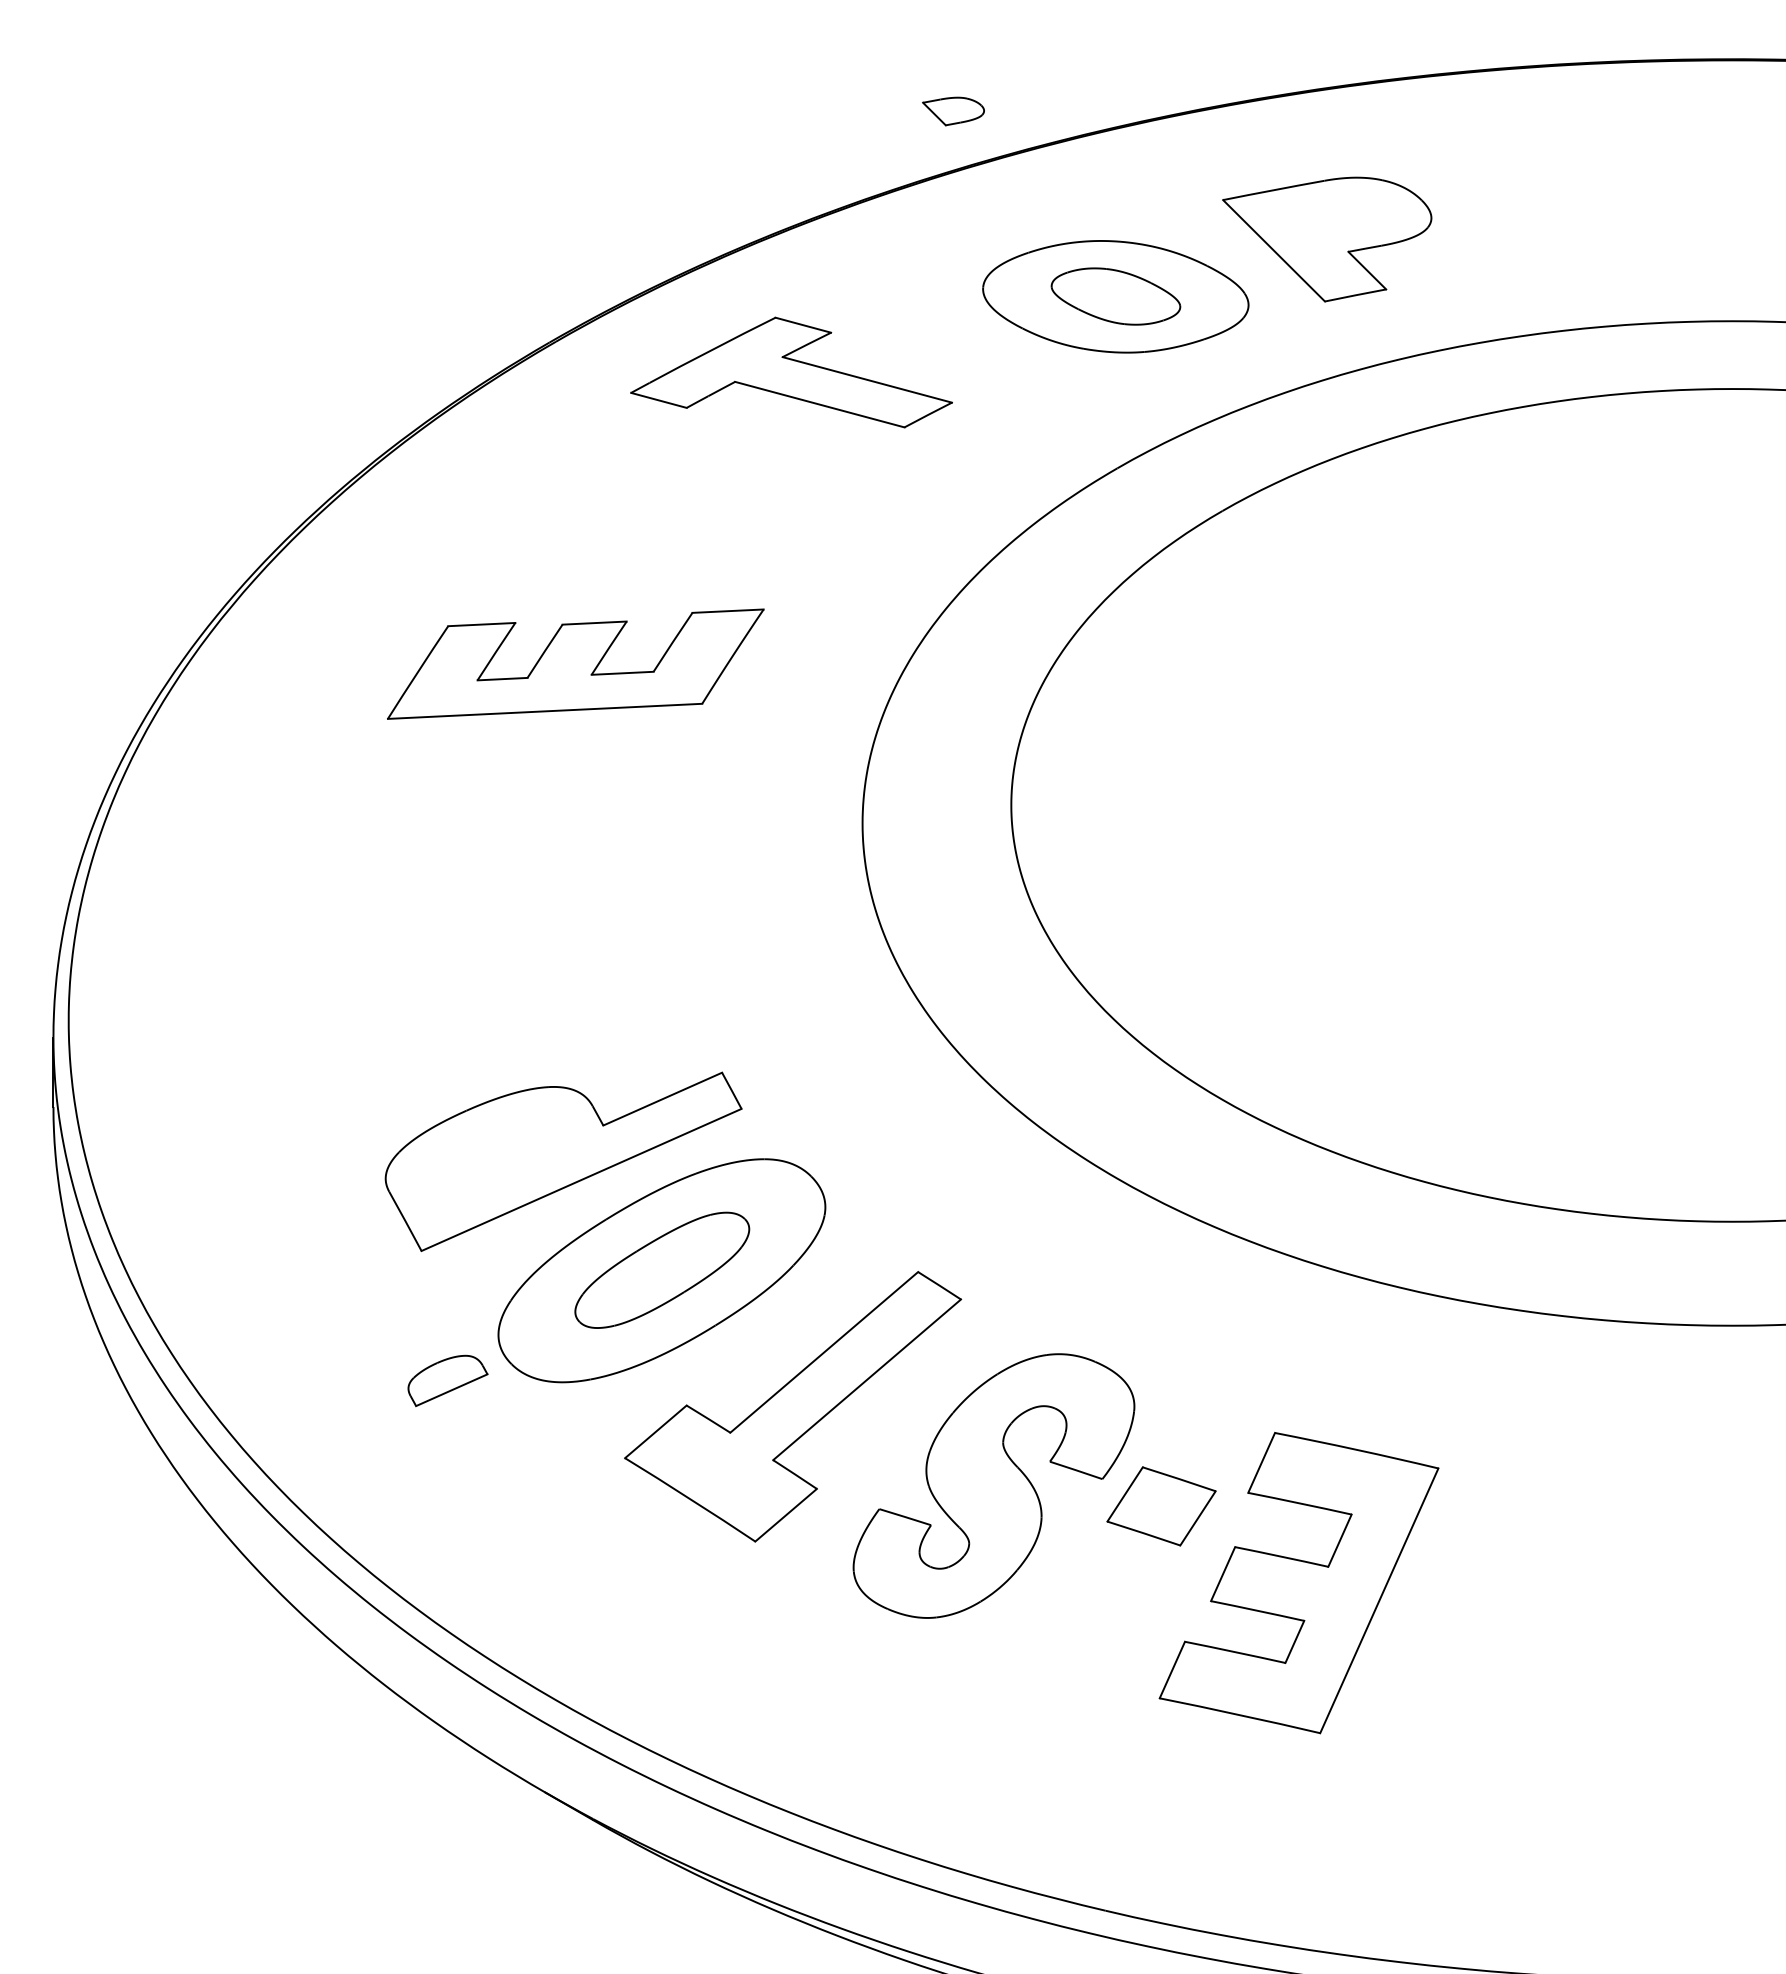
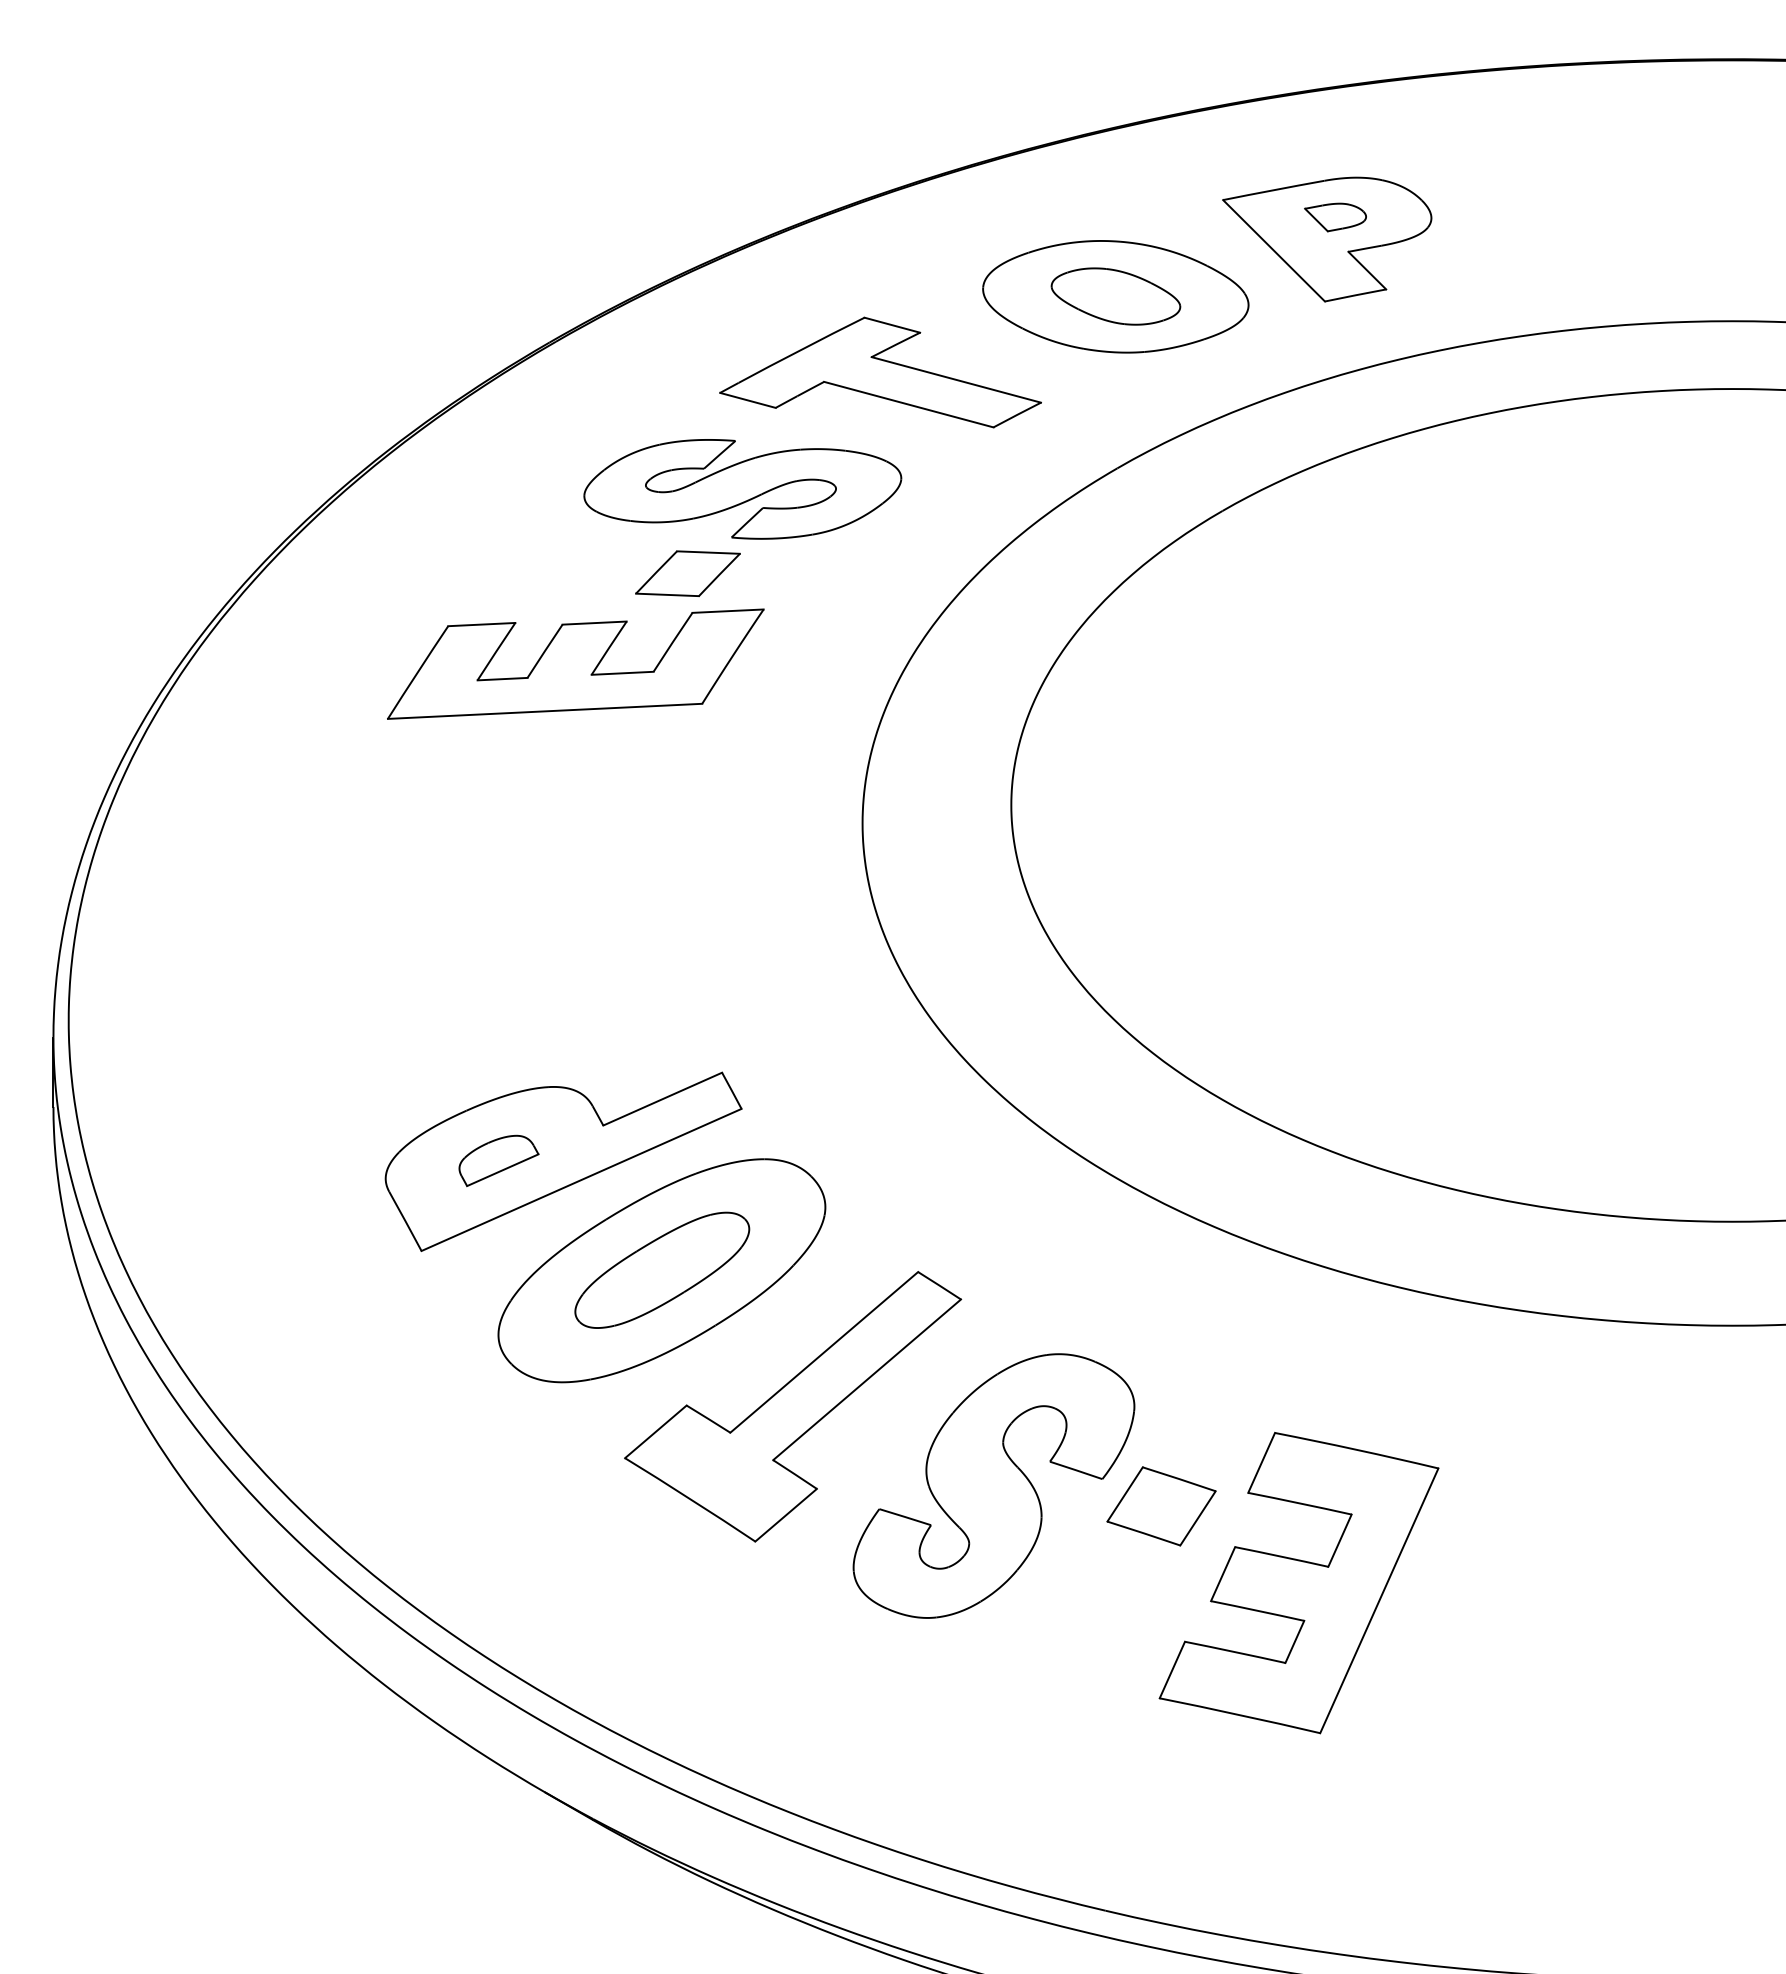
part at (953, 111) position: (953, 111) -> (1335, 217)
part at (791, 372) position: (791, 372) -> (880, 372)
part at (742, 489): none -> present
part at (687, 573): none -> present
part at (447, 1380) position: (447, 1380) -> (498, 1160)
